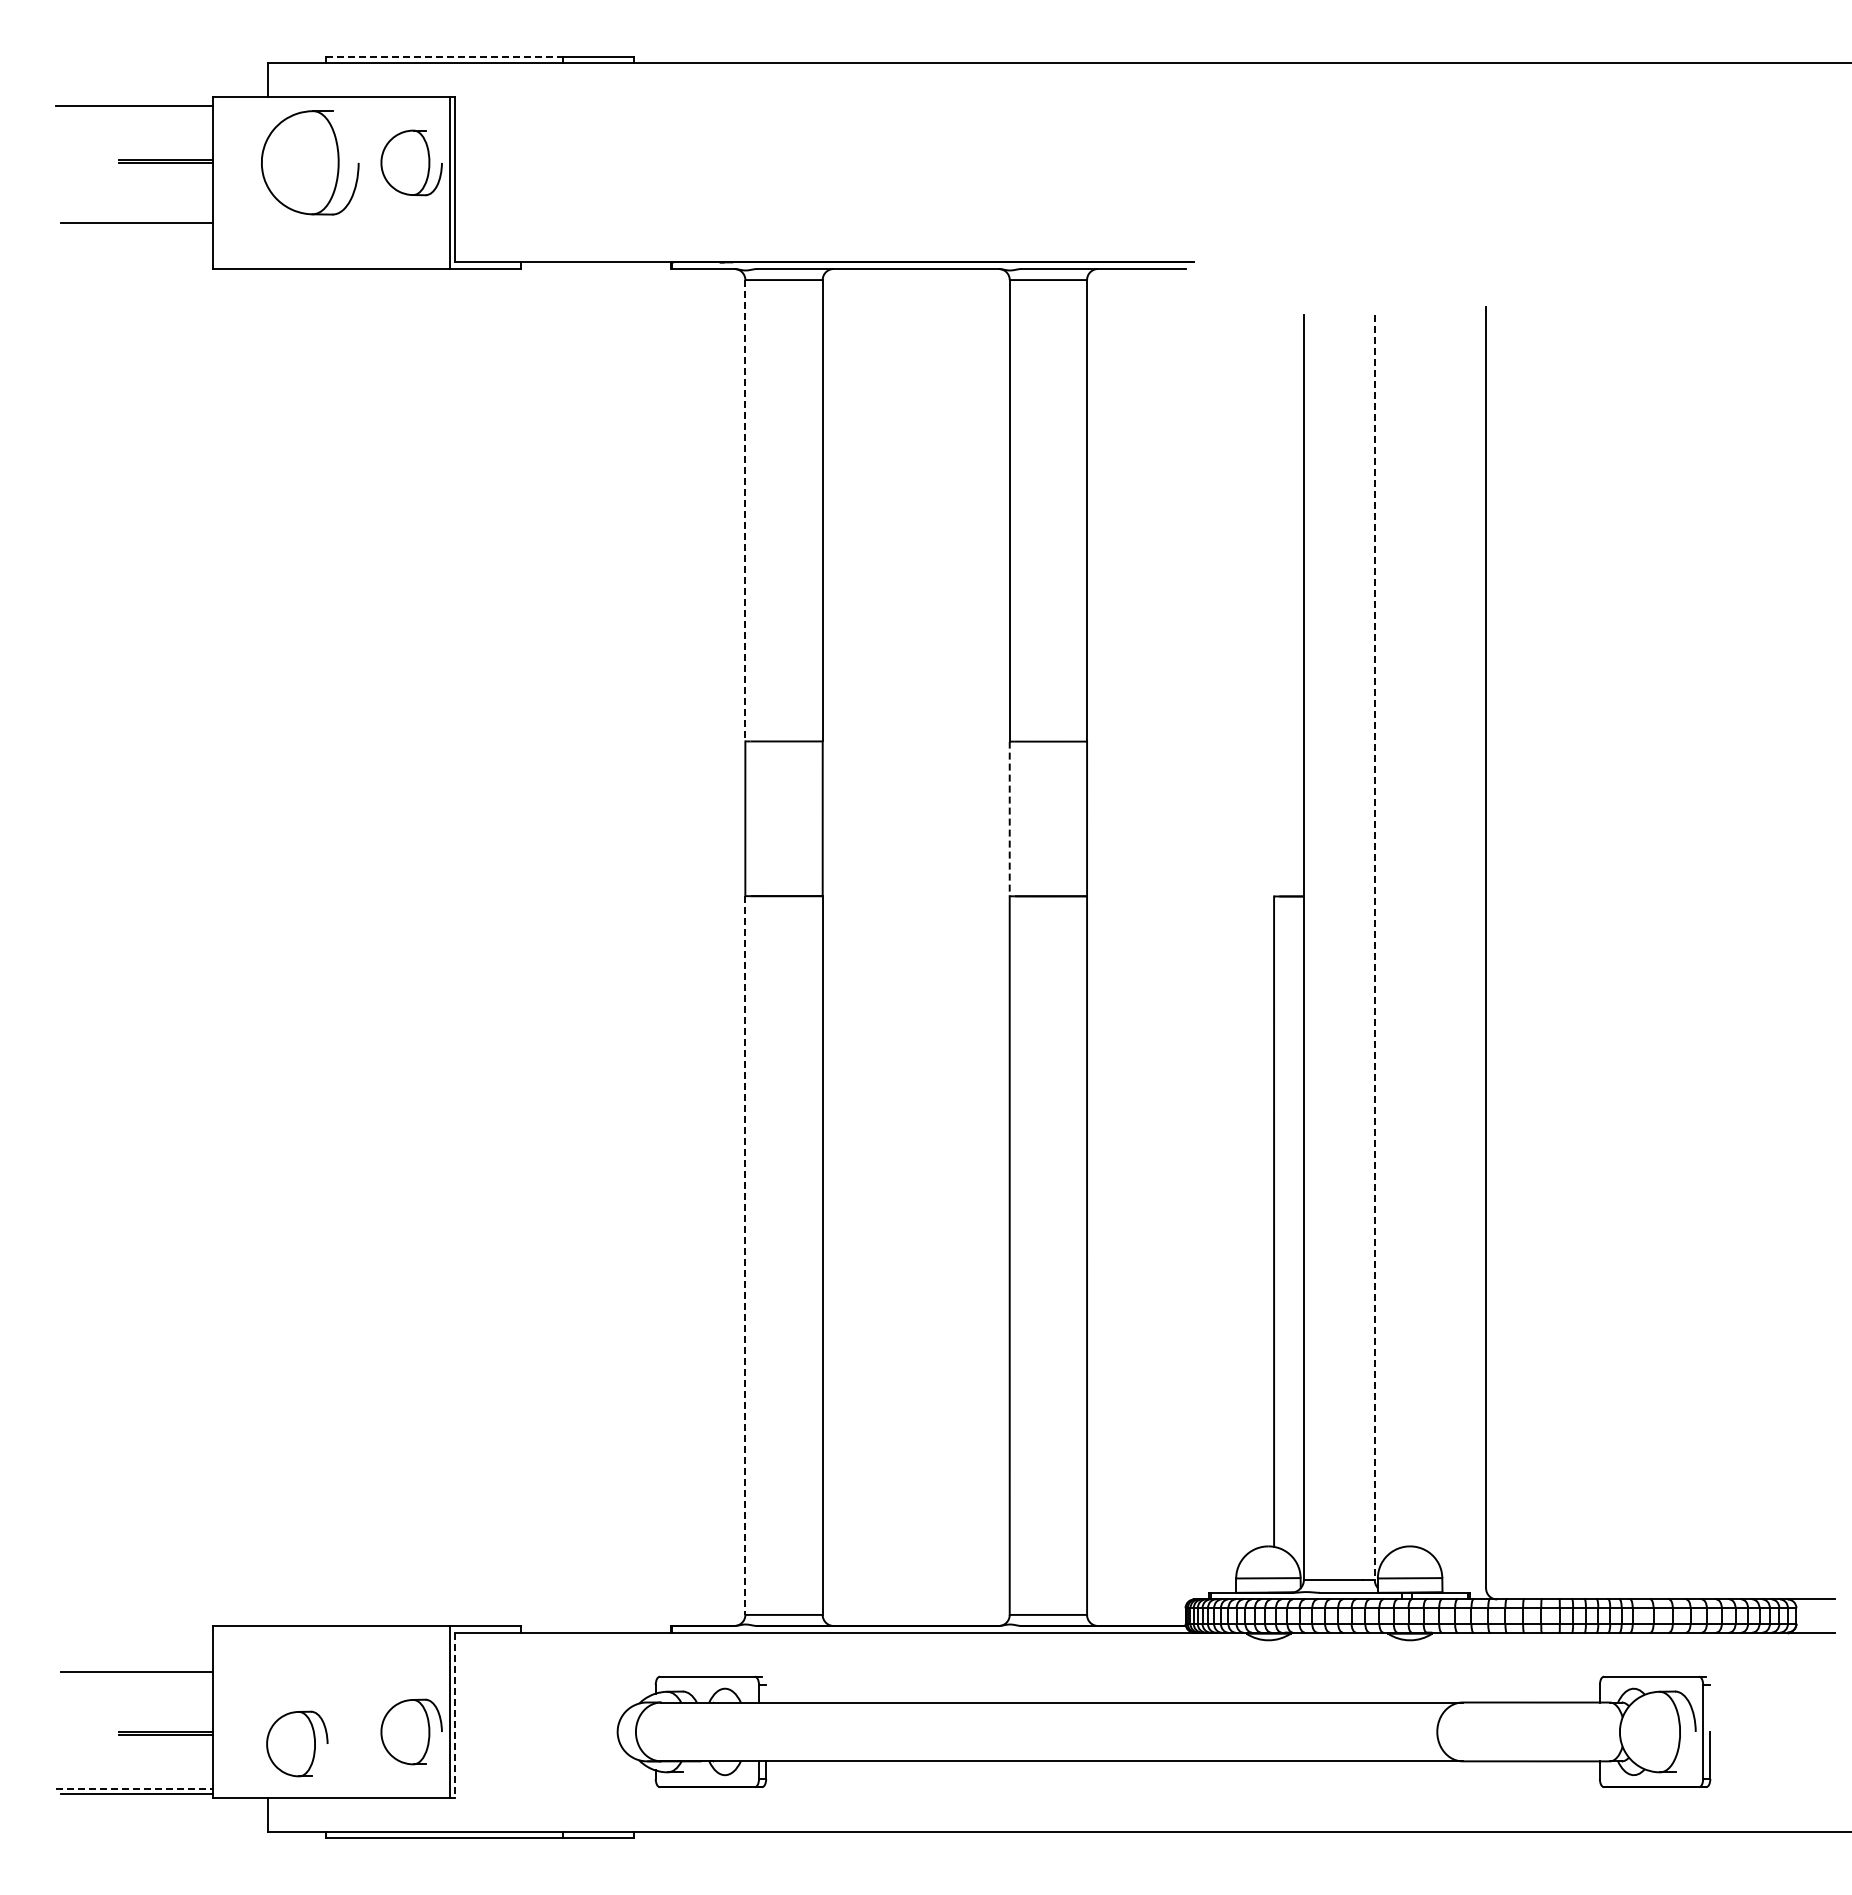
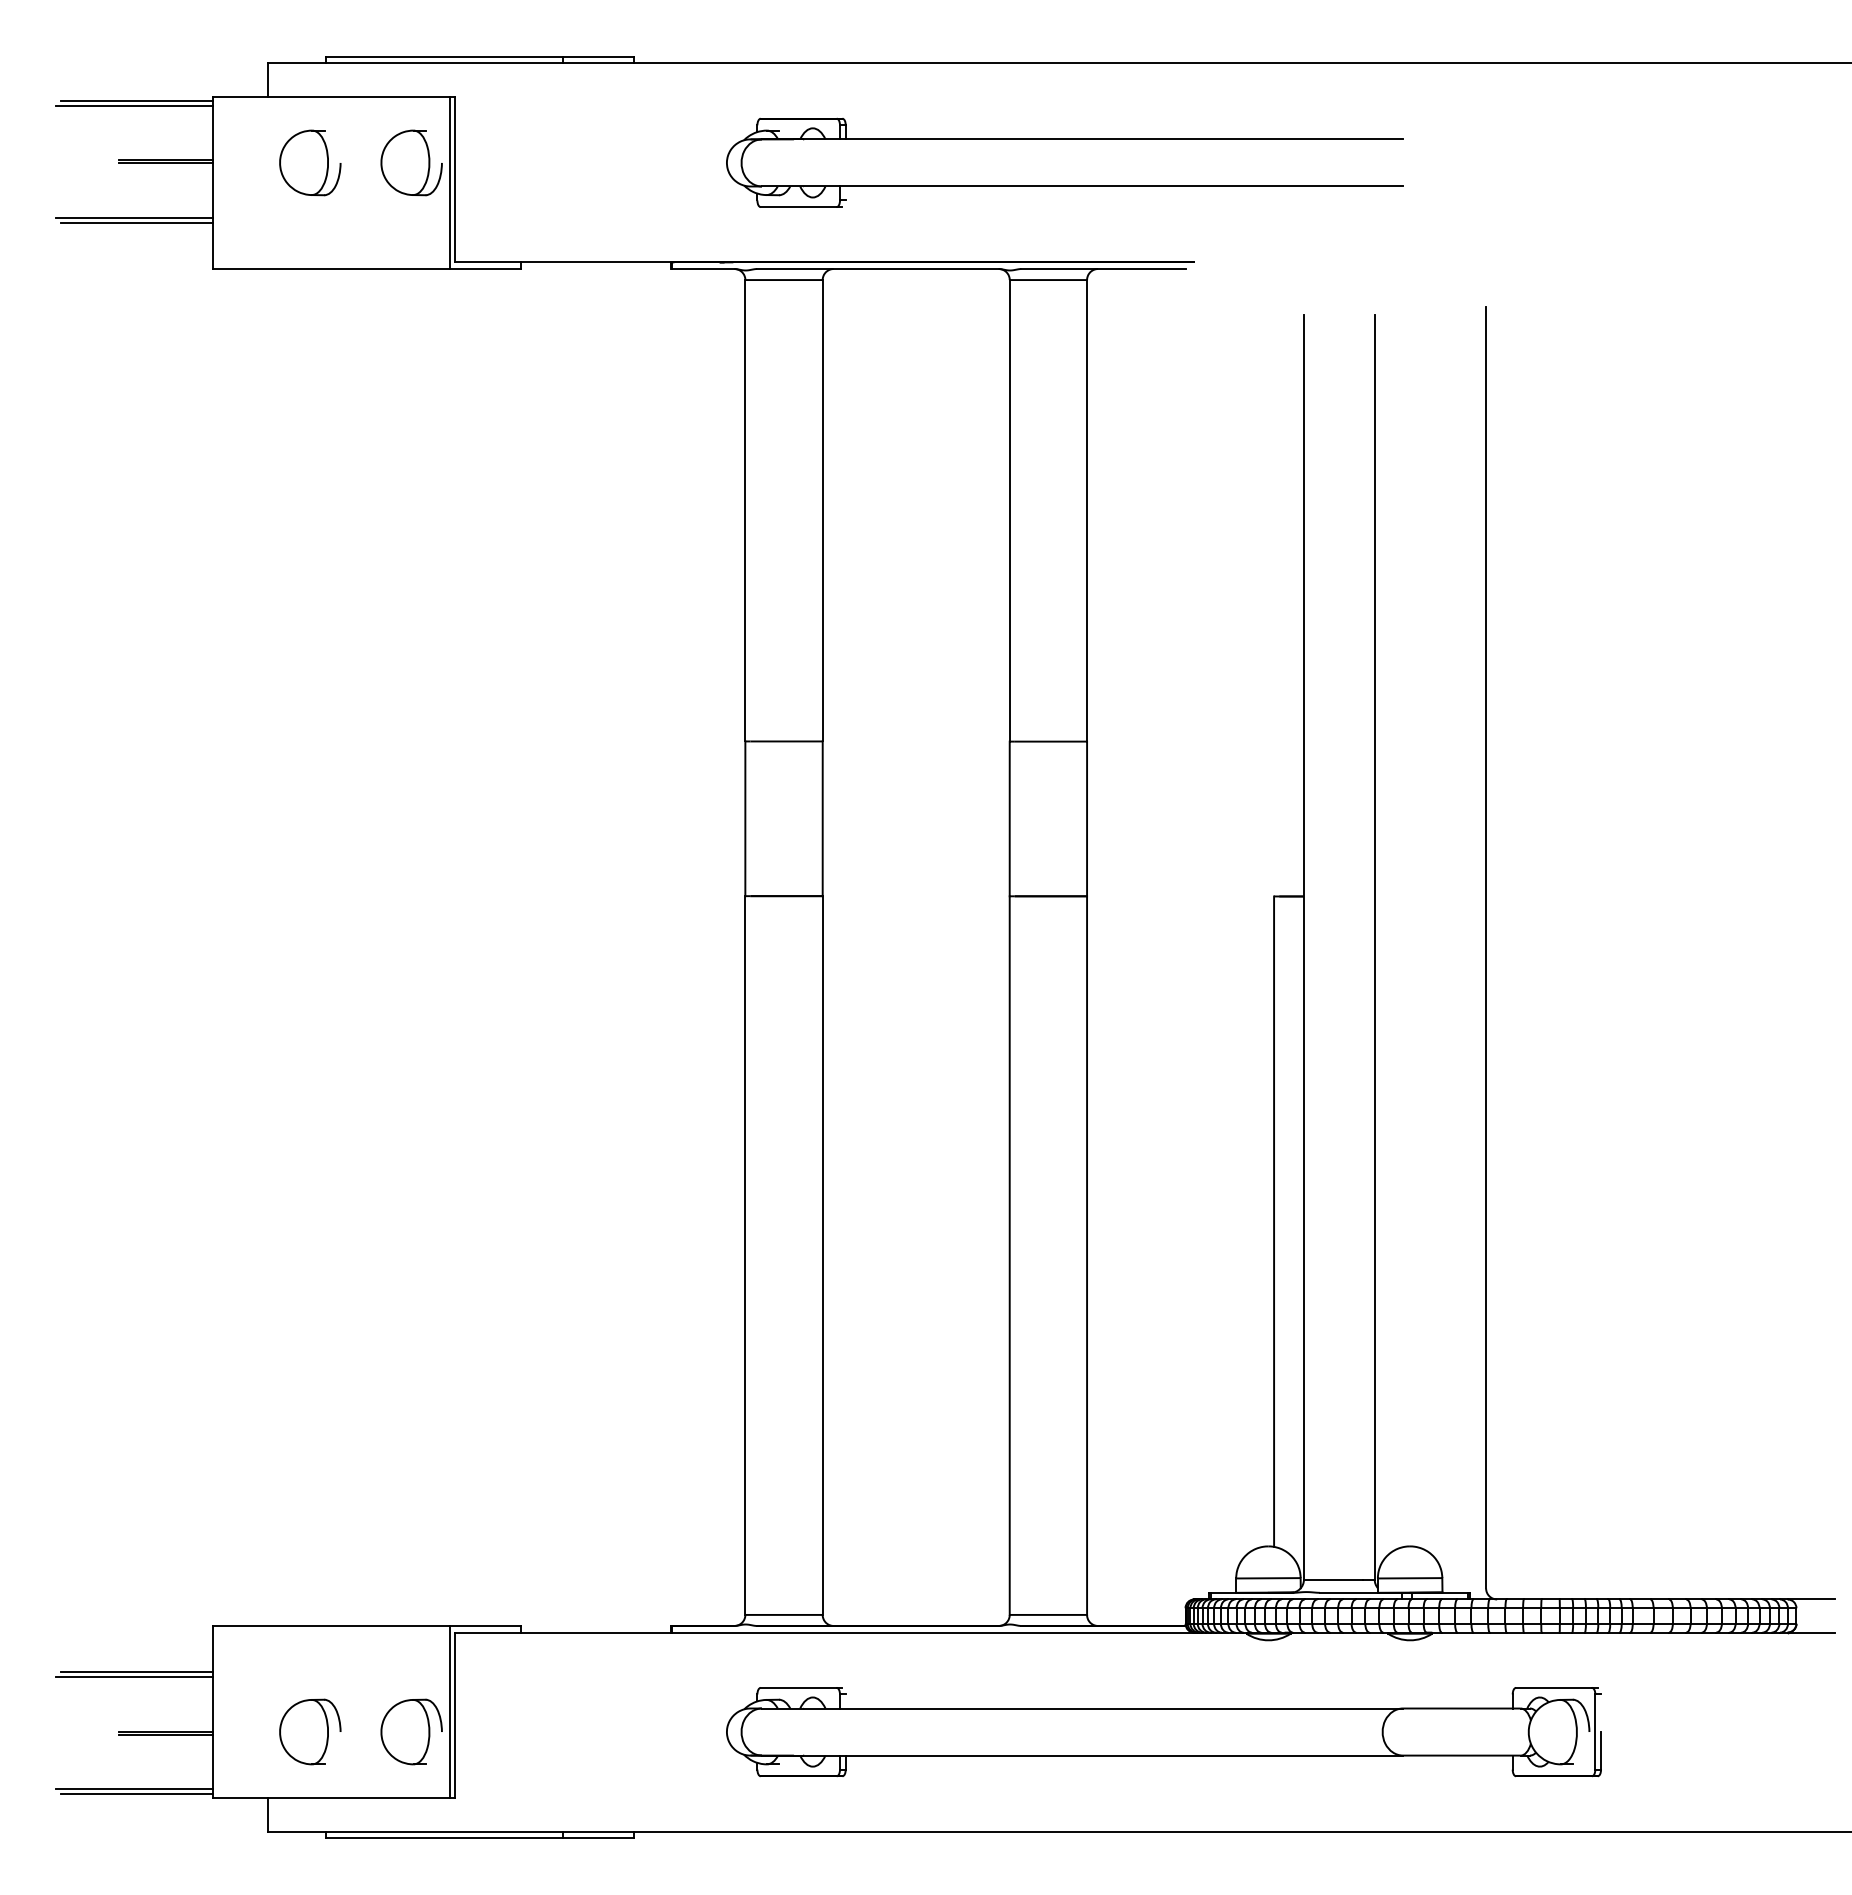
line at (444, 56): dashed -> solid
line at (136, 100): none -> present
part at (1064, 139): none -> present
part at (310, 162) size: 99x106 px -> 63x68 px
line at (133, 218): none -> present
line at (745, 510): dashed -> solid
line at (1009, 819): dashed -> solid
line at (1374, 947): dashed -> solid
line at (745, 1256): dashed -> solid
line at (133, 1676): none -> present
line at (455, 1715): dashed -> solid
part at (1163, 1731) size: 1096x113 px -> 876x91 px
part at (297, 1743) position: (297, 1743) -> (310, 1731)
line at (134, 1789): dashed -> solid
